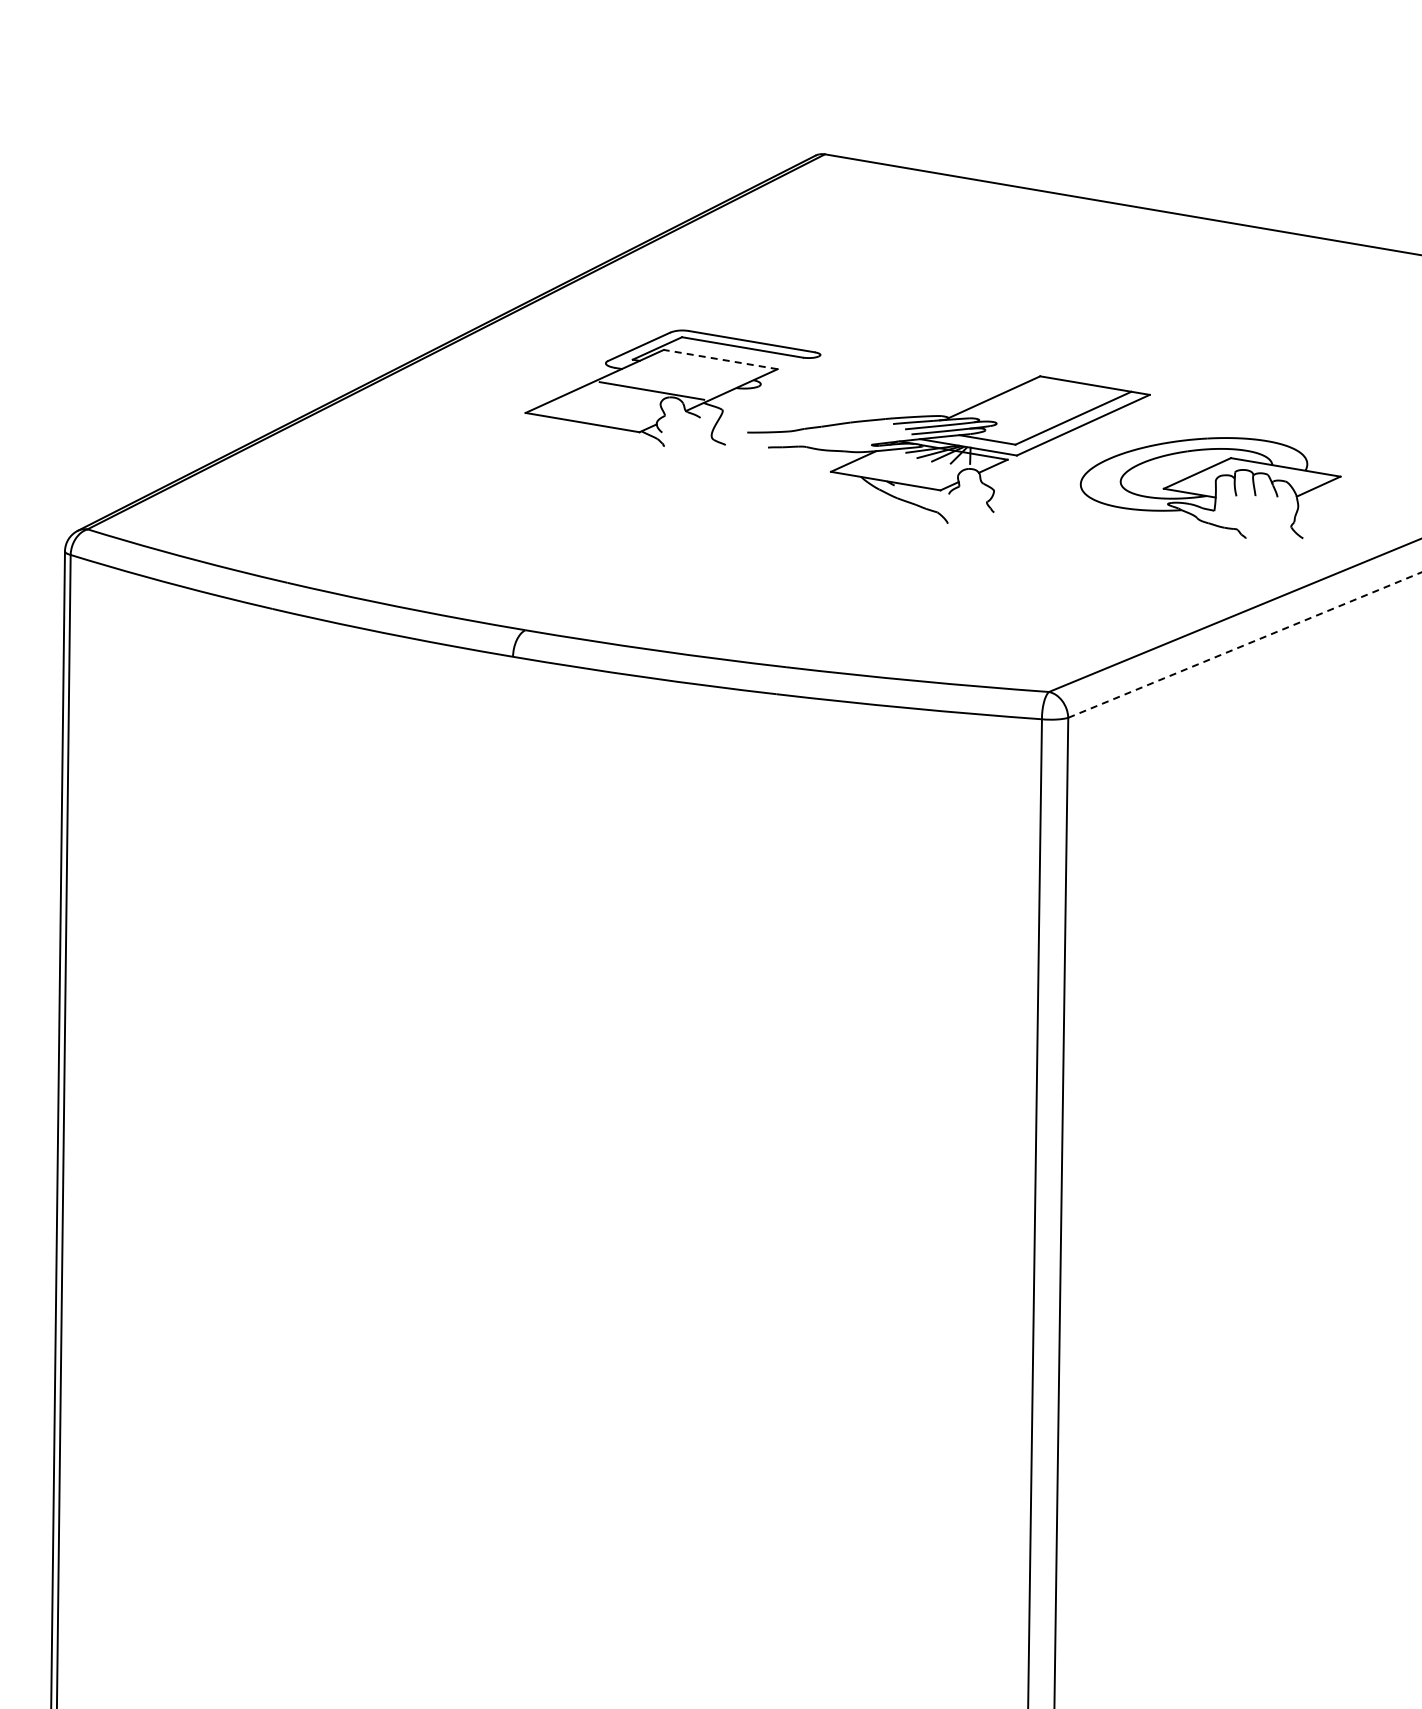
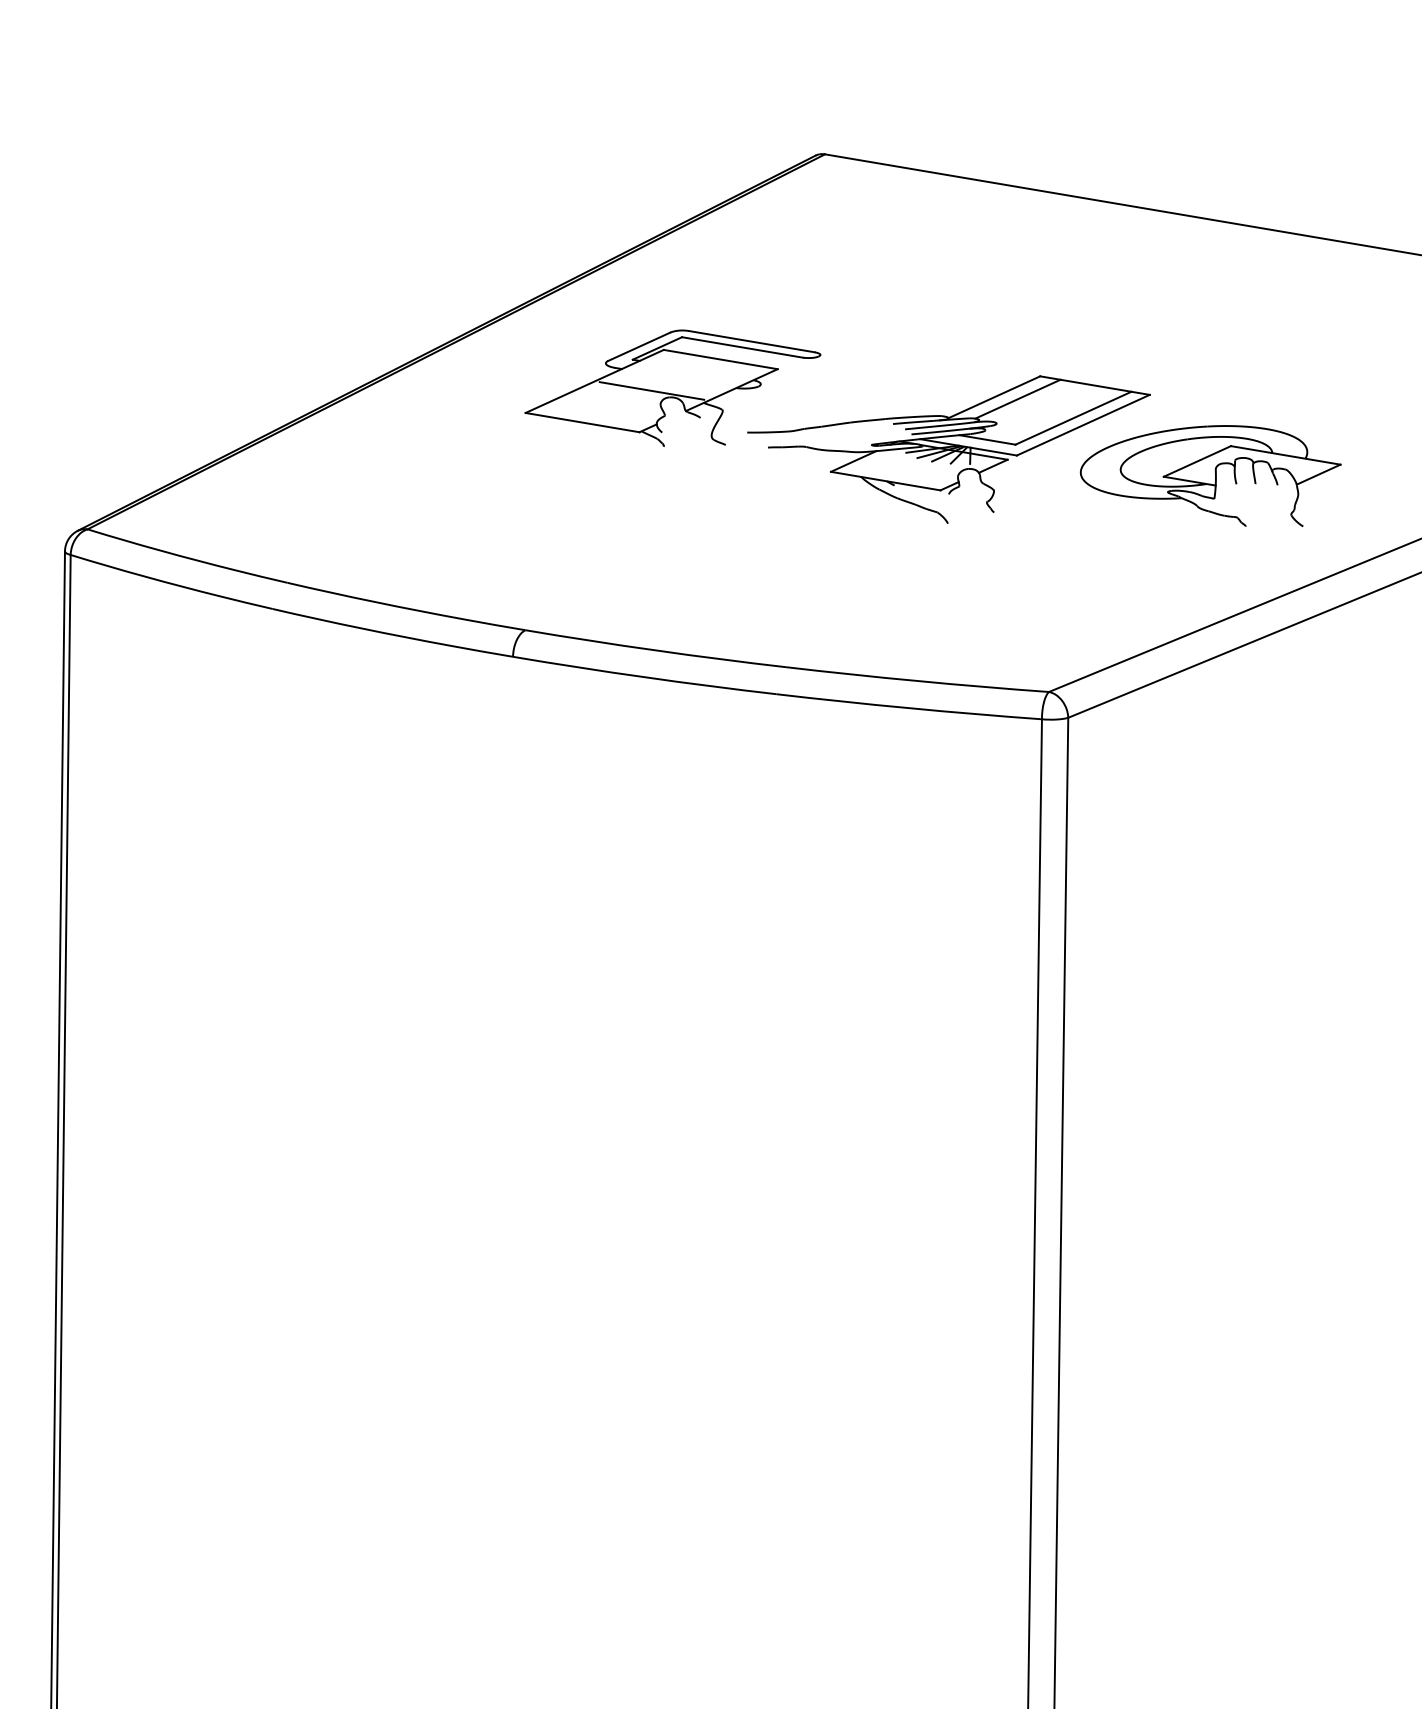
line at (720, 359): dashed -> solid
line at (1017, 398): none -> present
part at (1210, 488) position: (1210, 488) -> (1210, 476)
line at (1244, 645): dashed -> solid
